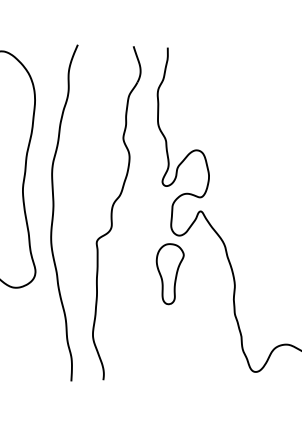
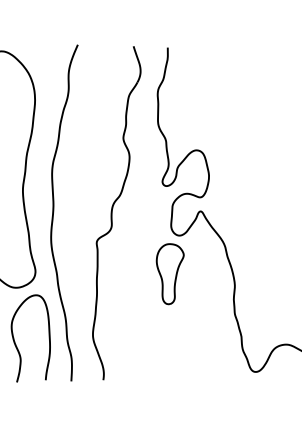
curve at (16, 344): none -> present
